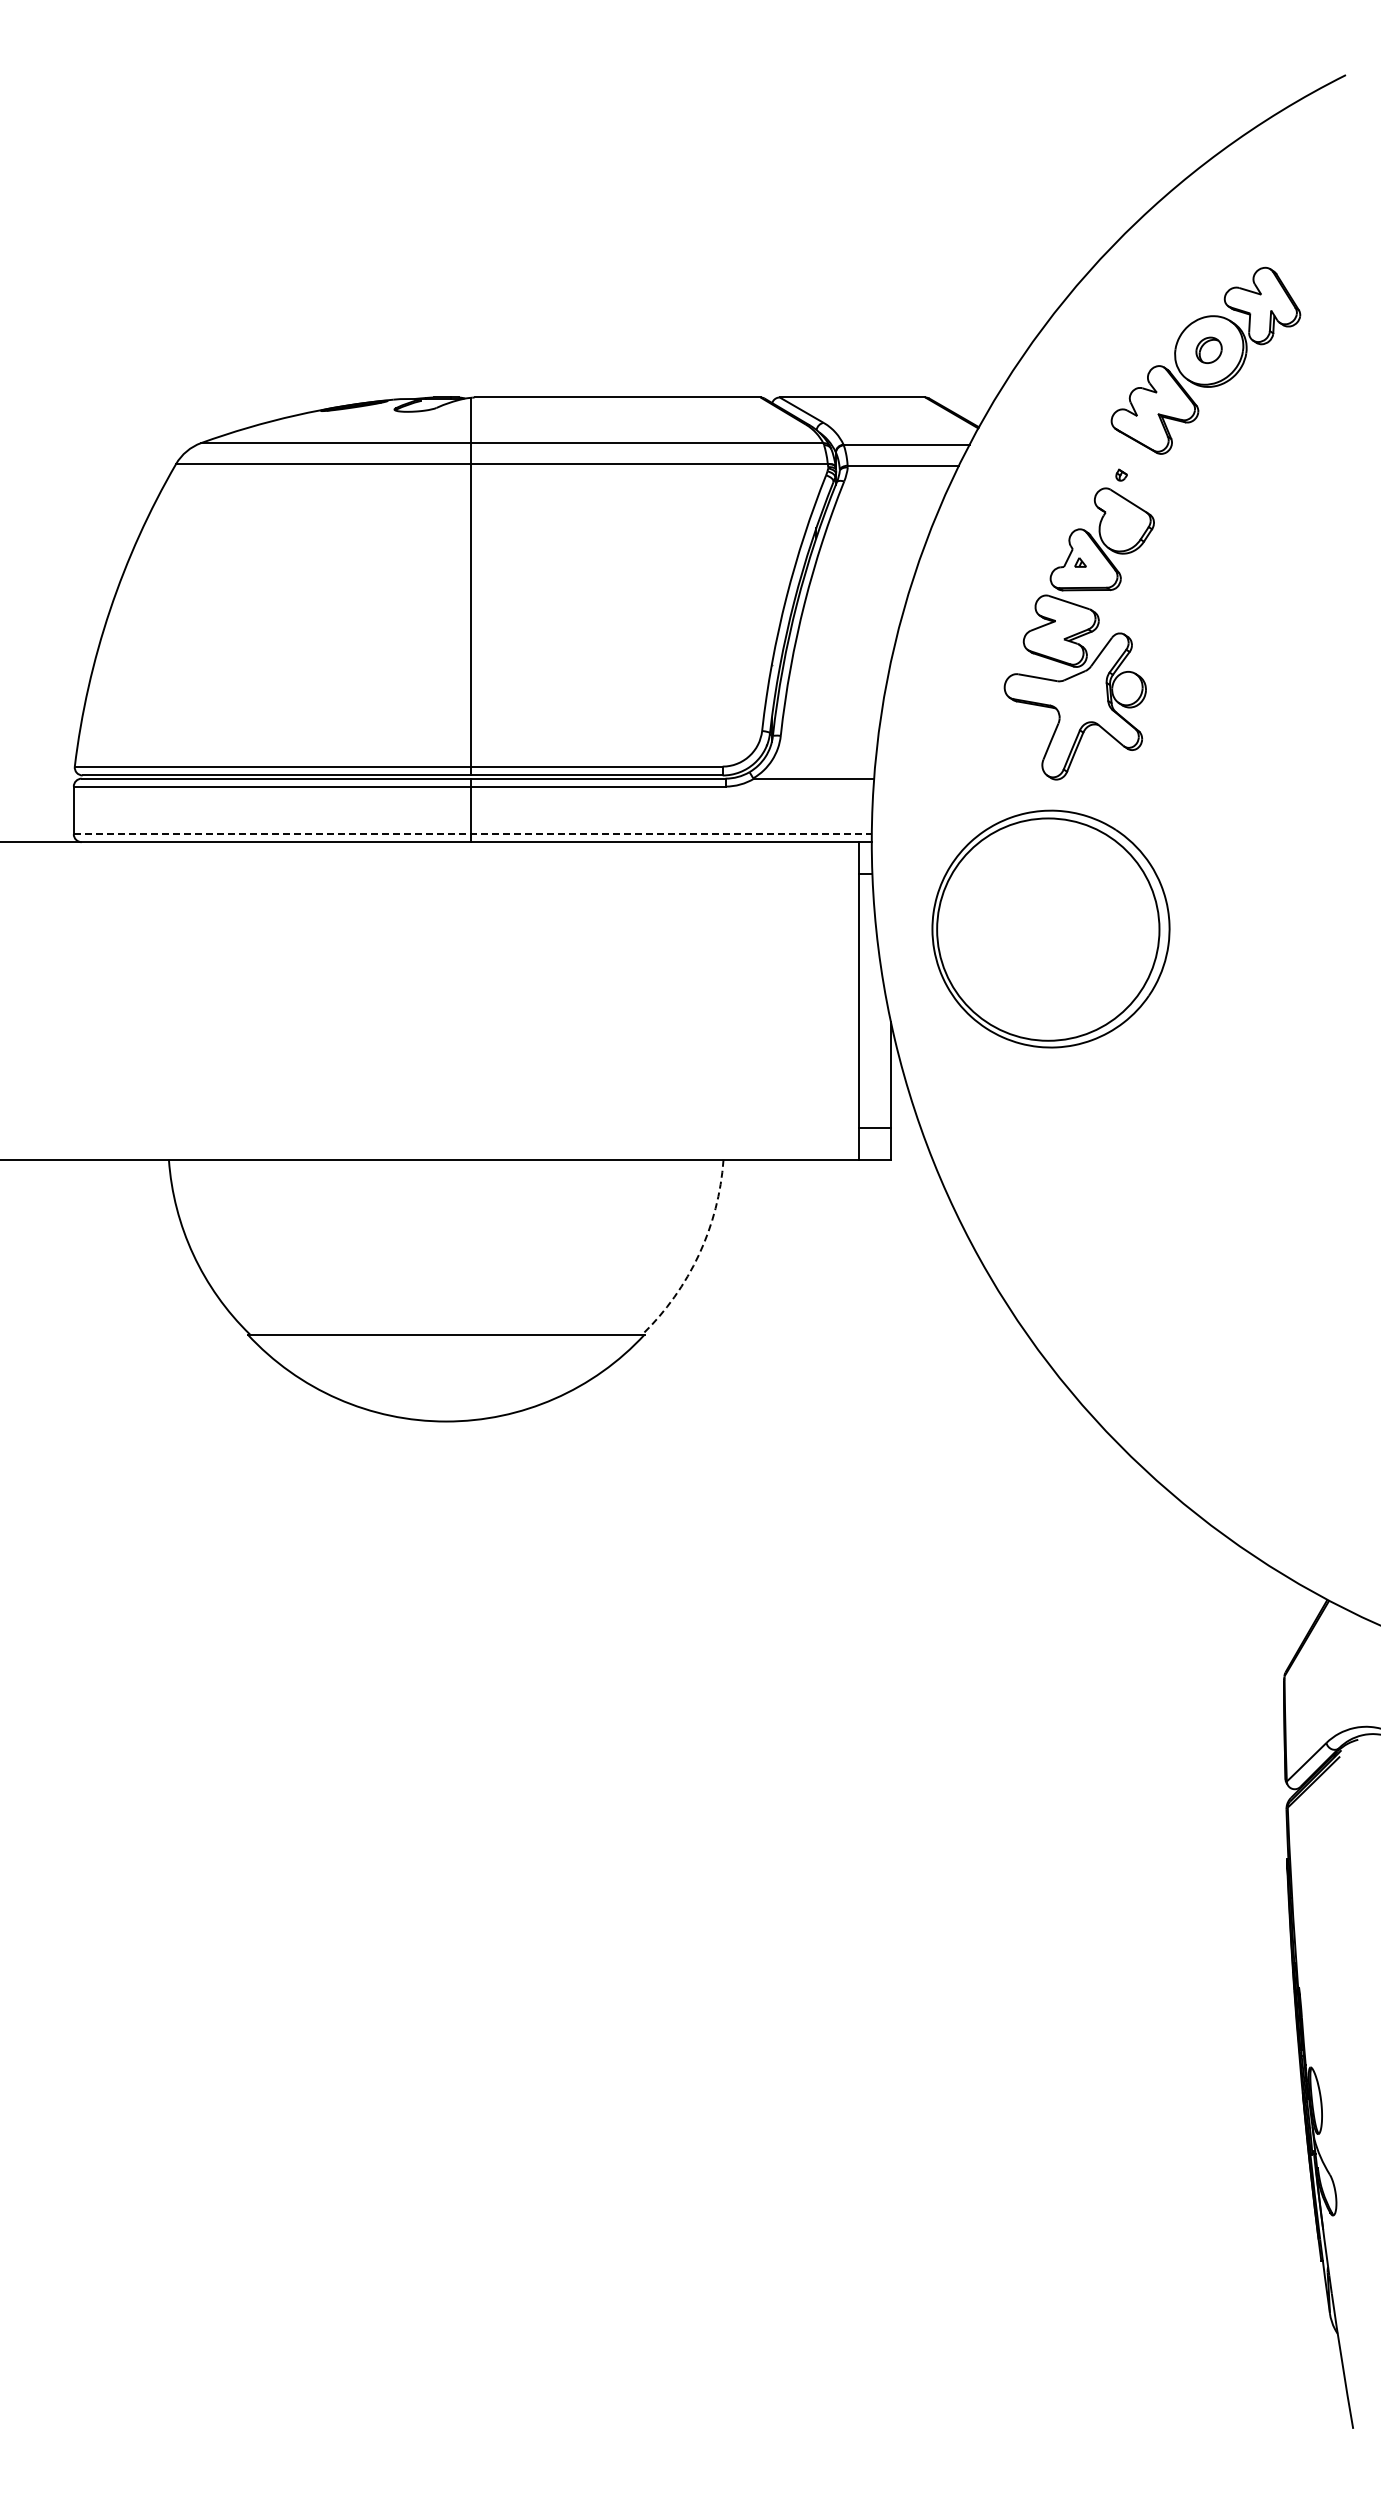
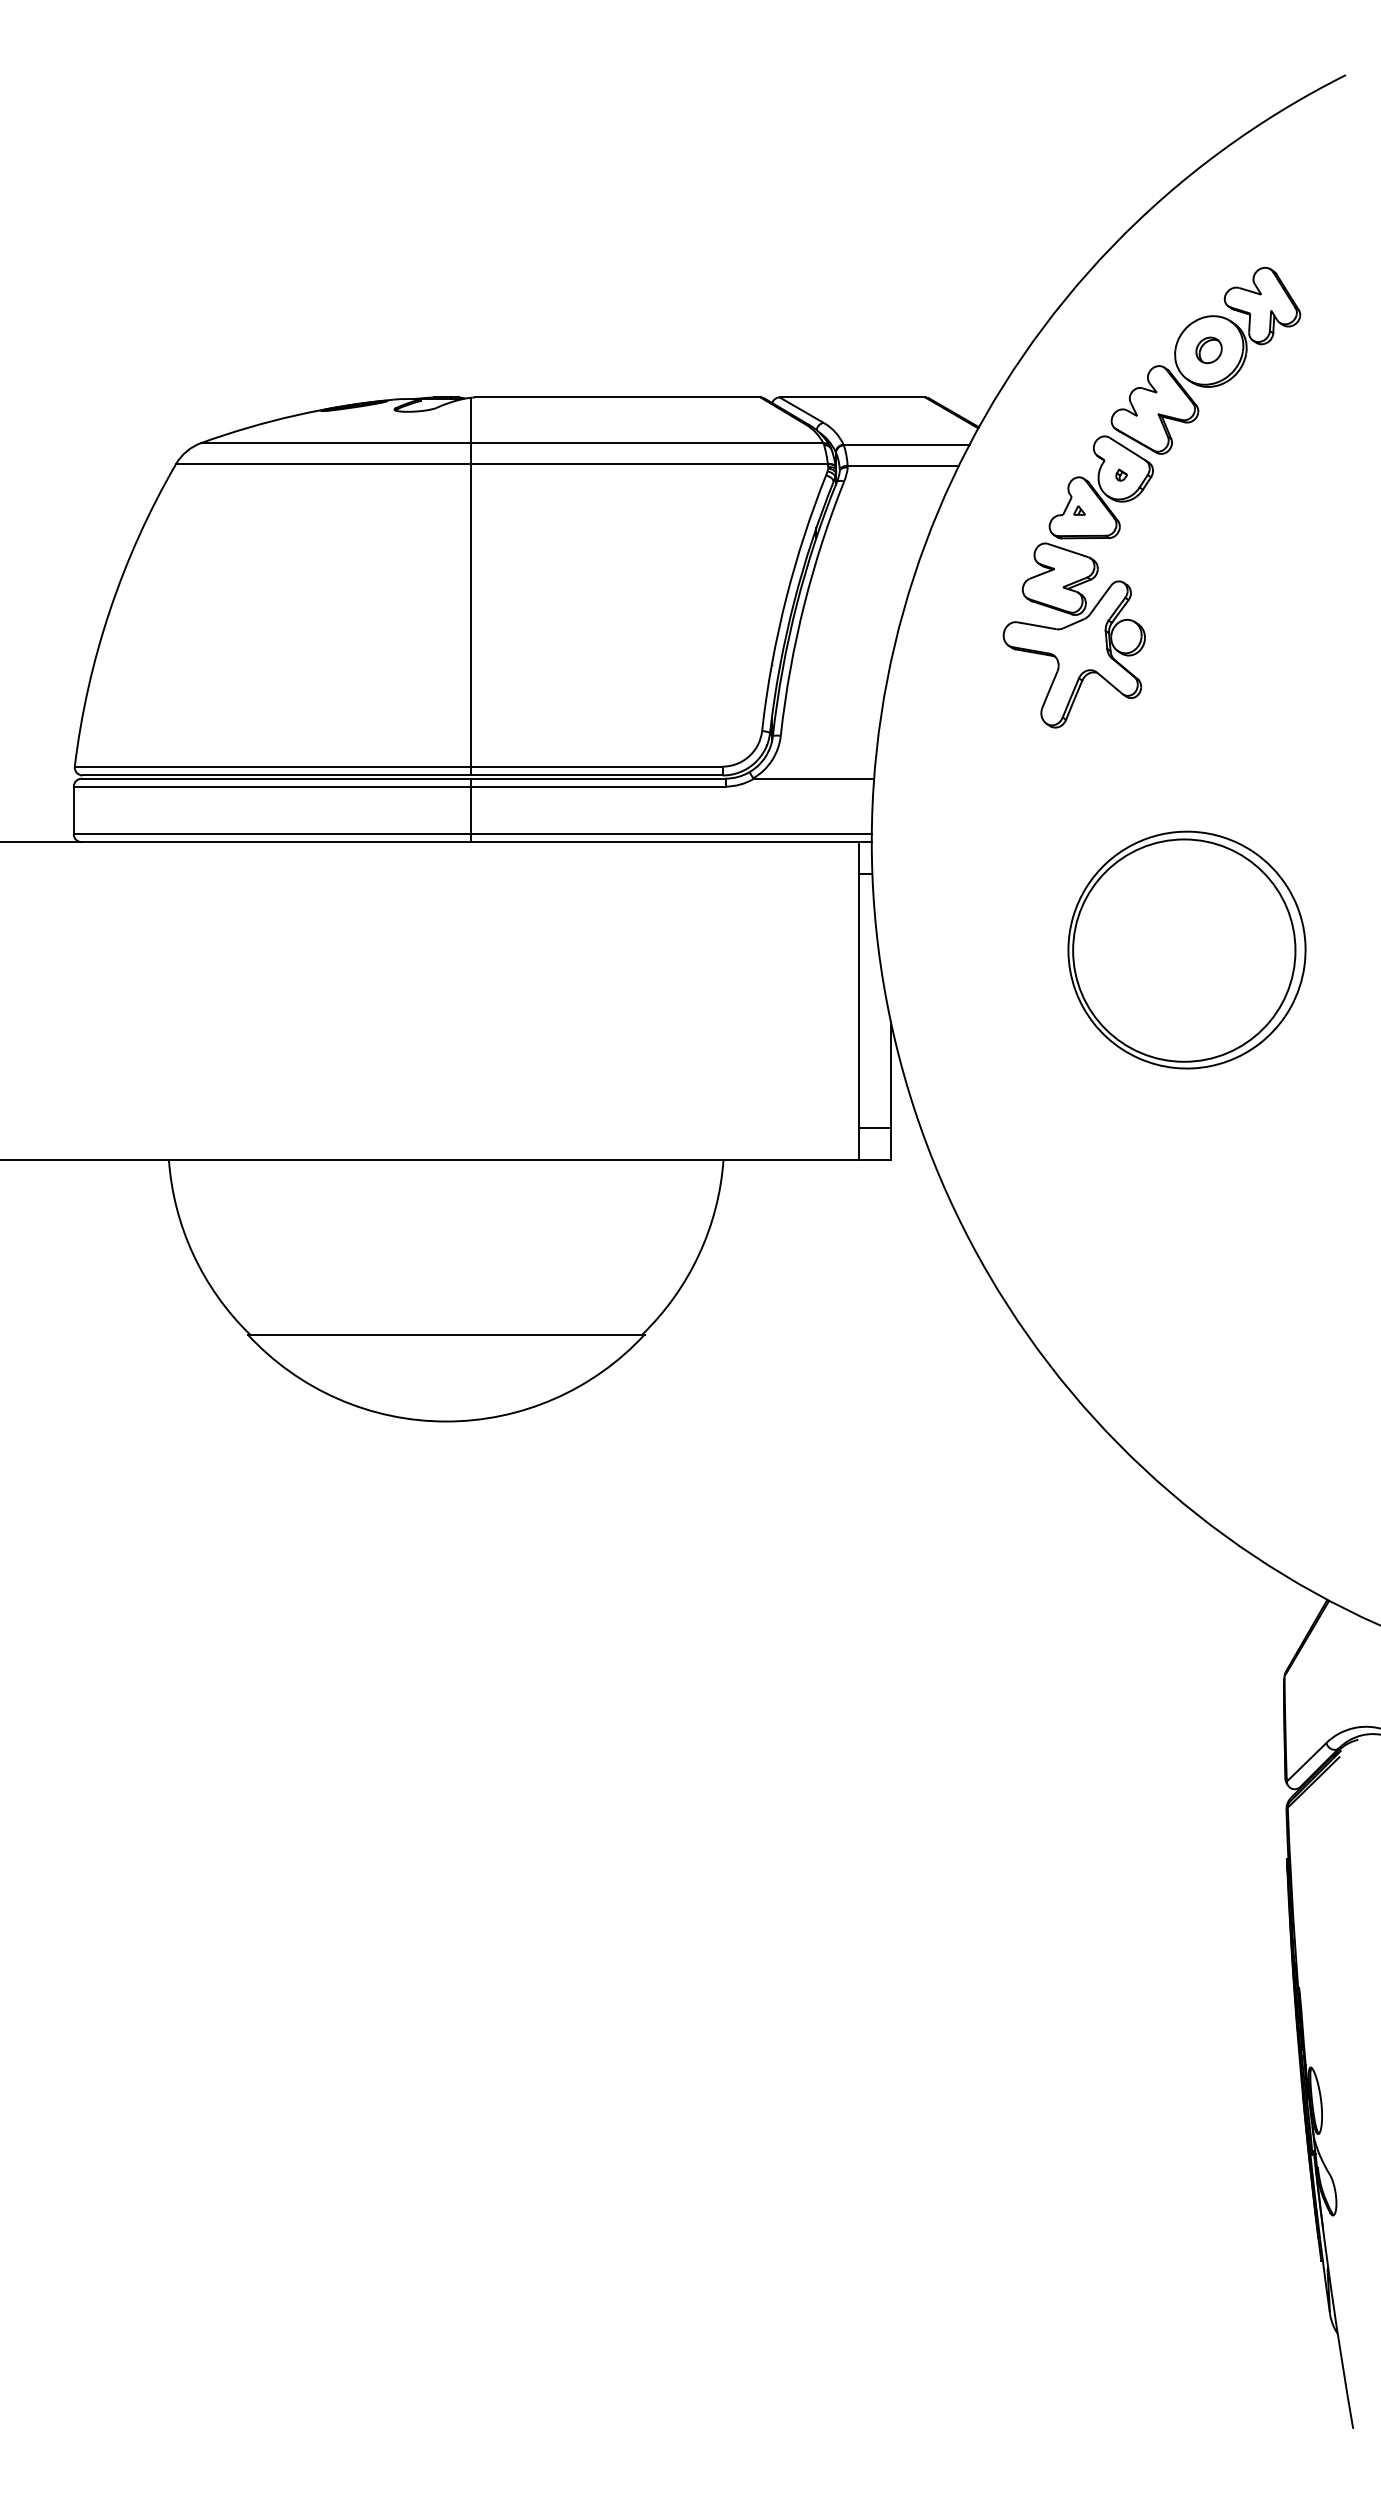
part at (1078, 633) position: (1078, 633) -> (1077, 581)
line at (473, 834): dashed -> solid
part at (1050, 928) position: (1050, 928) -> (1186, 949)
arc at (699, 1254): dashed -> solid
